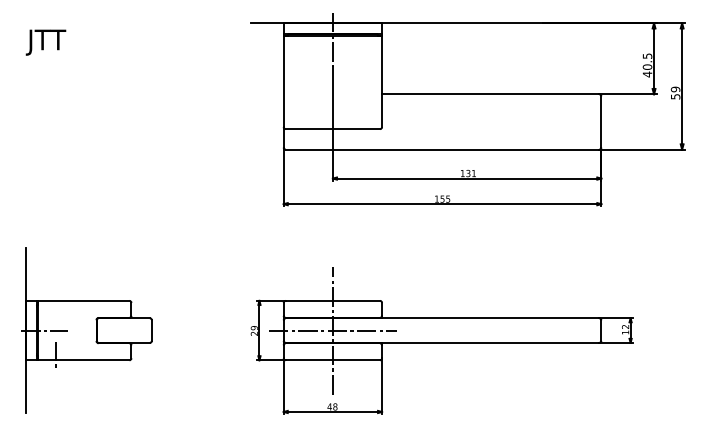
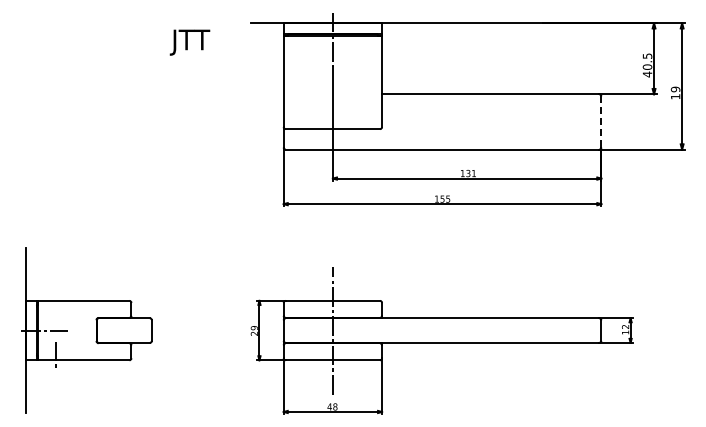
text at (45, 42) position: (45, 42) -> (189, 42)
text at (675, 96): 59 -> 19
line at (601, 121): solid -> dashed
line at (332, 330): present -> none
